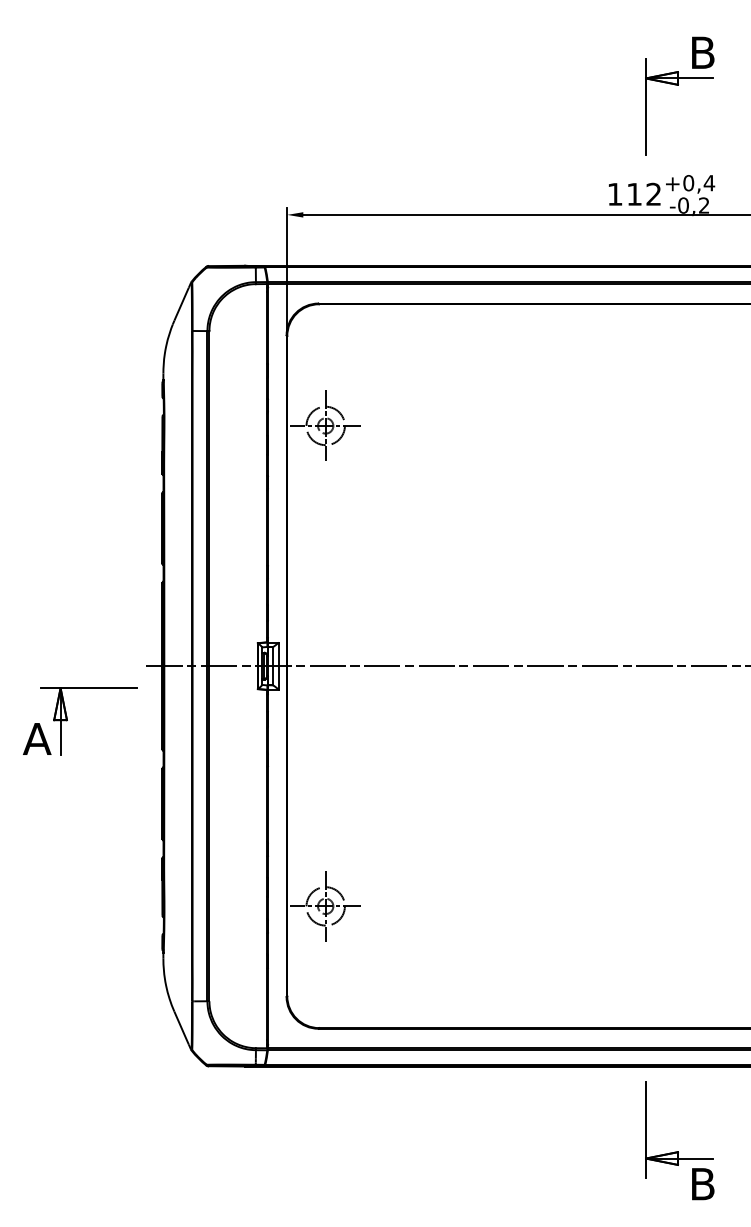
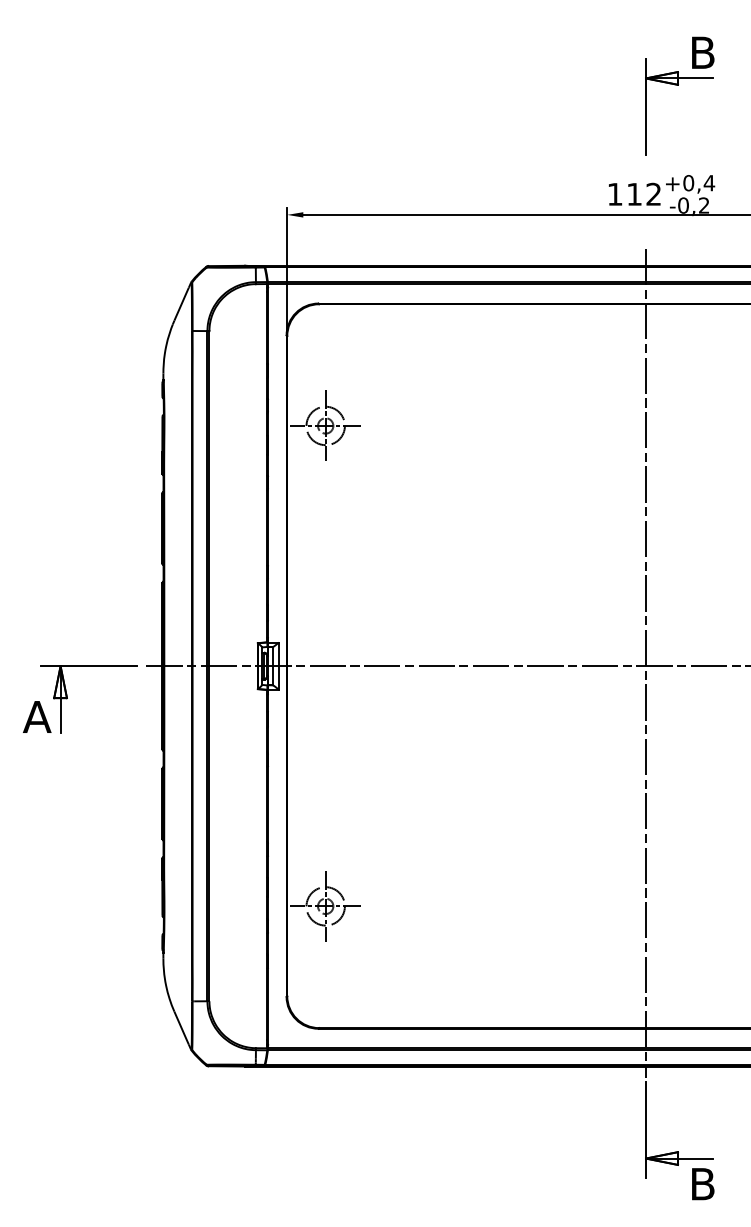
line at (646, 663): none -> present
part at (67, 720) position: (67, 720) -> (67, 698)
